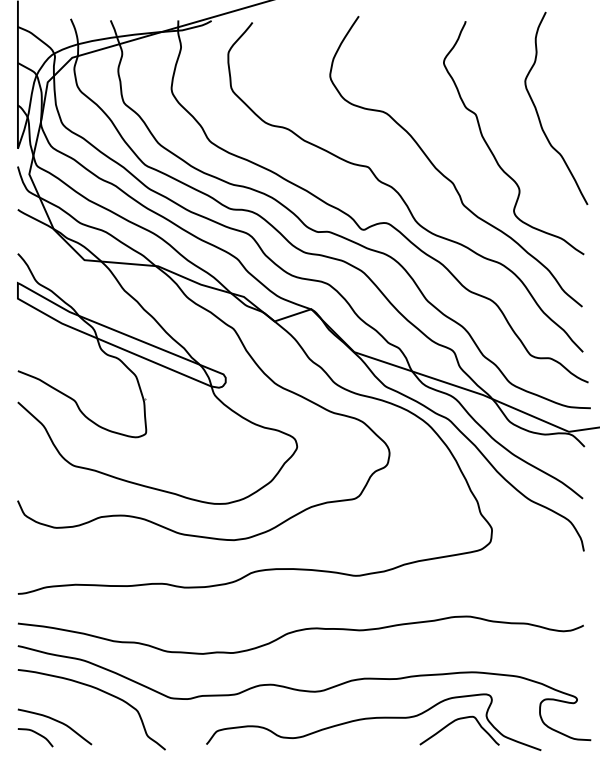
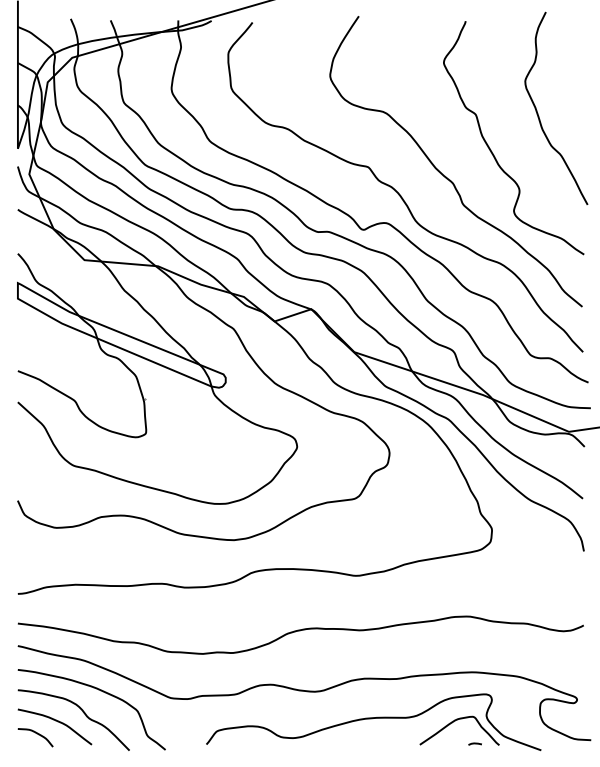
curve at (82, 712): none -> present
line at (474, 743): none -> present
